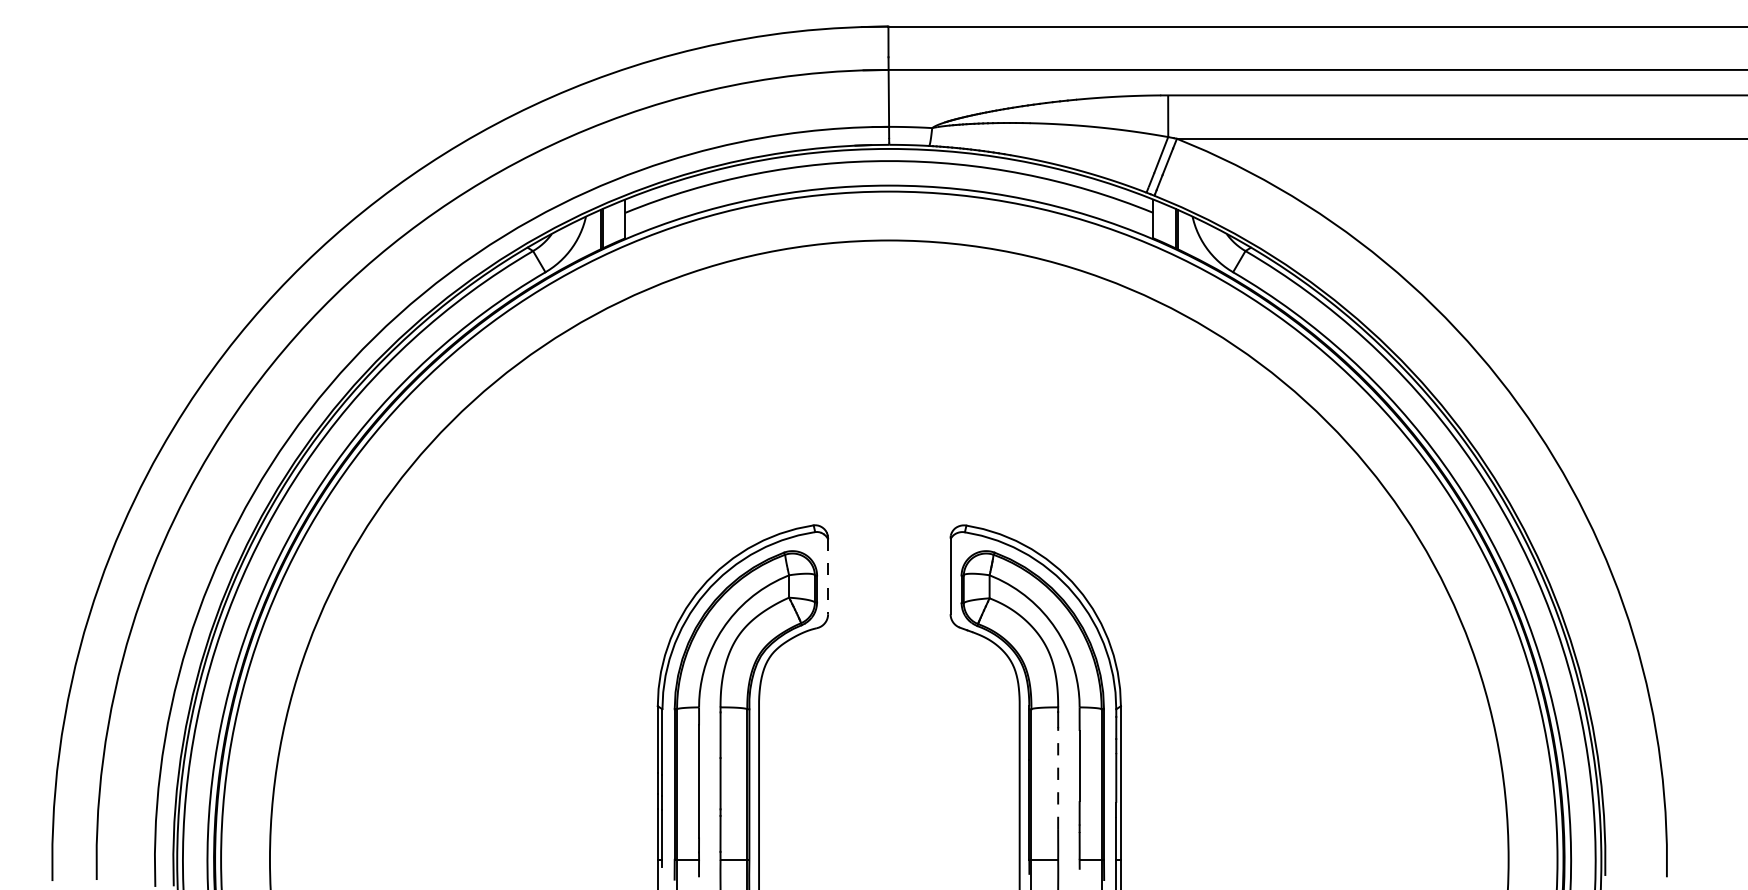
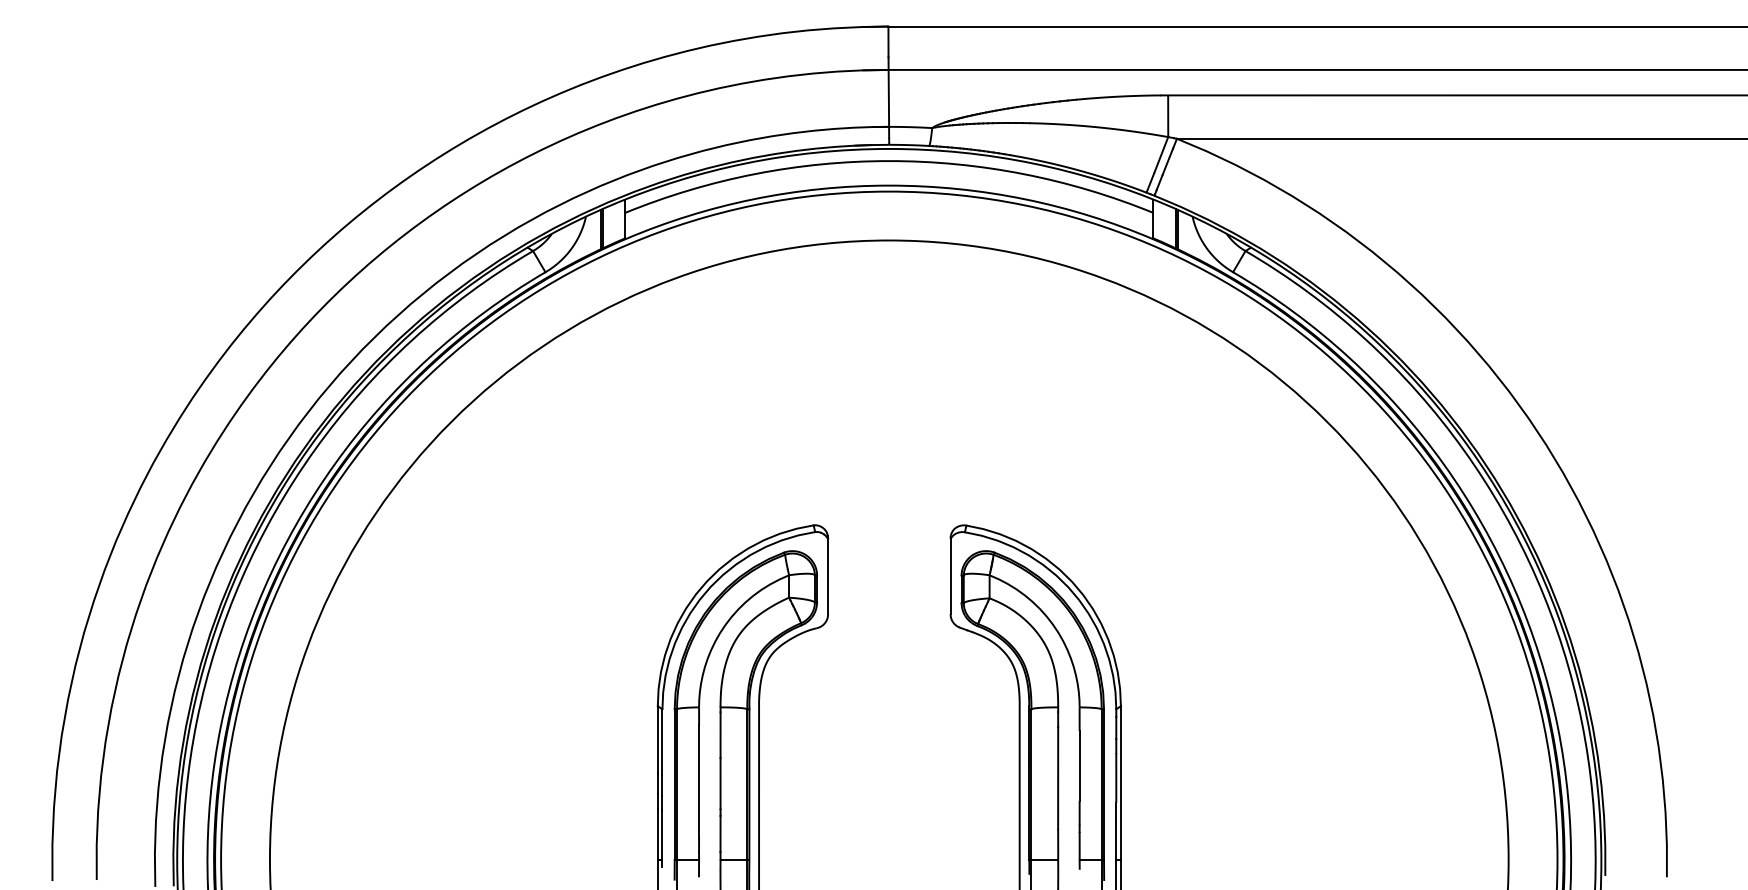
line at (828, 576): dashed -> solid
line at (1058, 778): dashed -> solid
